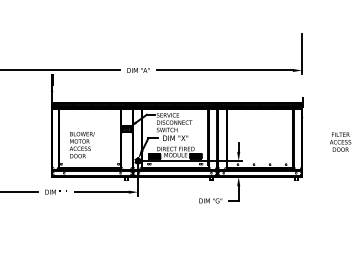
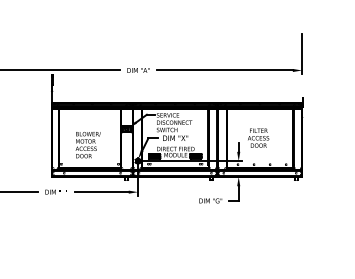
text at (340, 141) position: (340, 141) -> (258, 137)
text at (81, 145) position: (81, 145) -> (87, 145)
